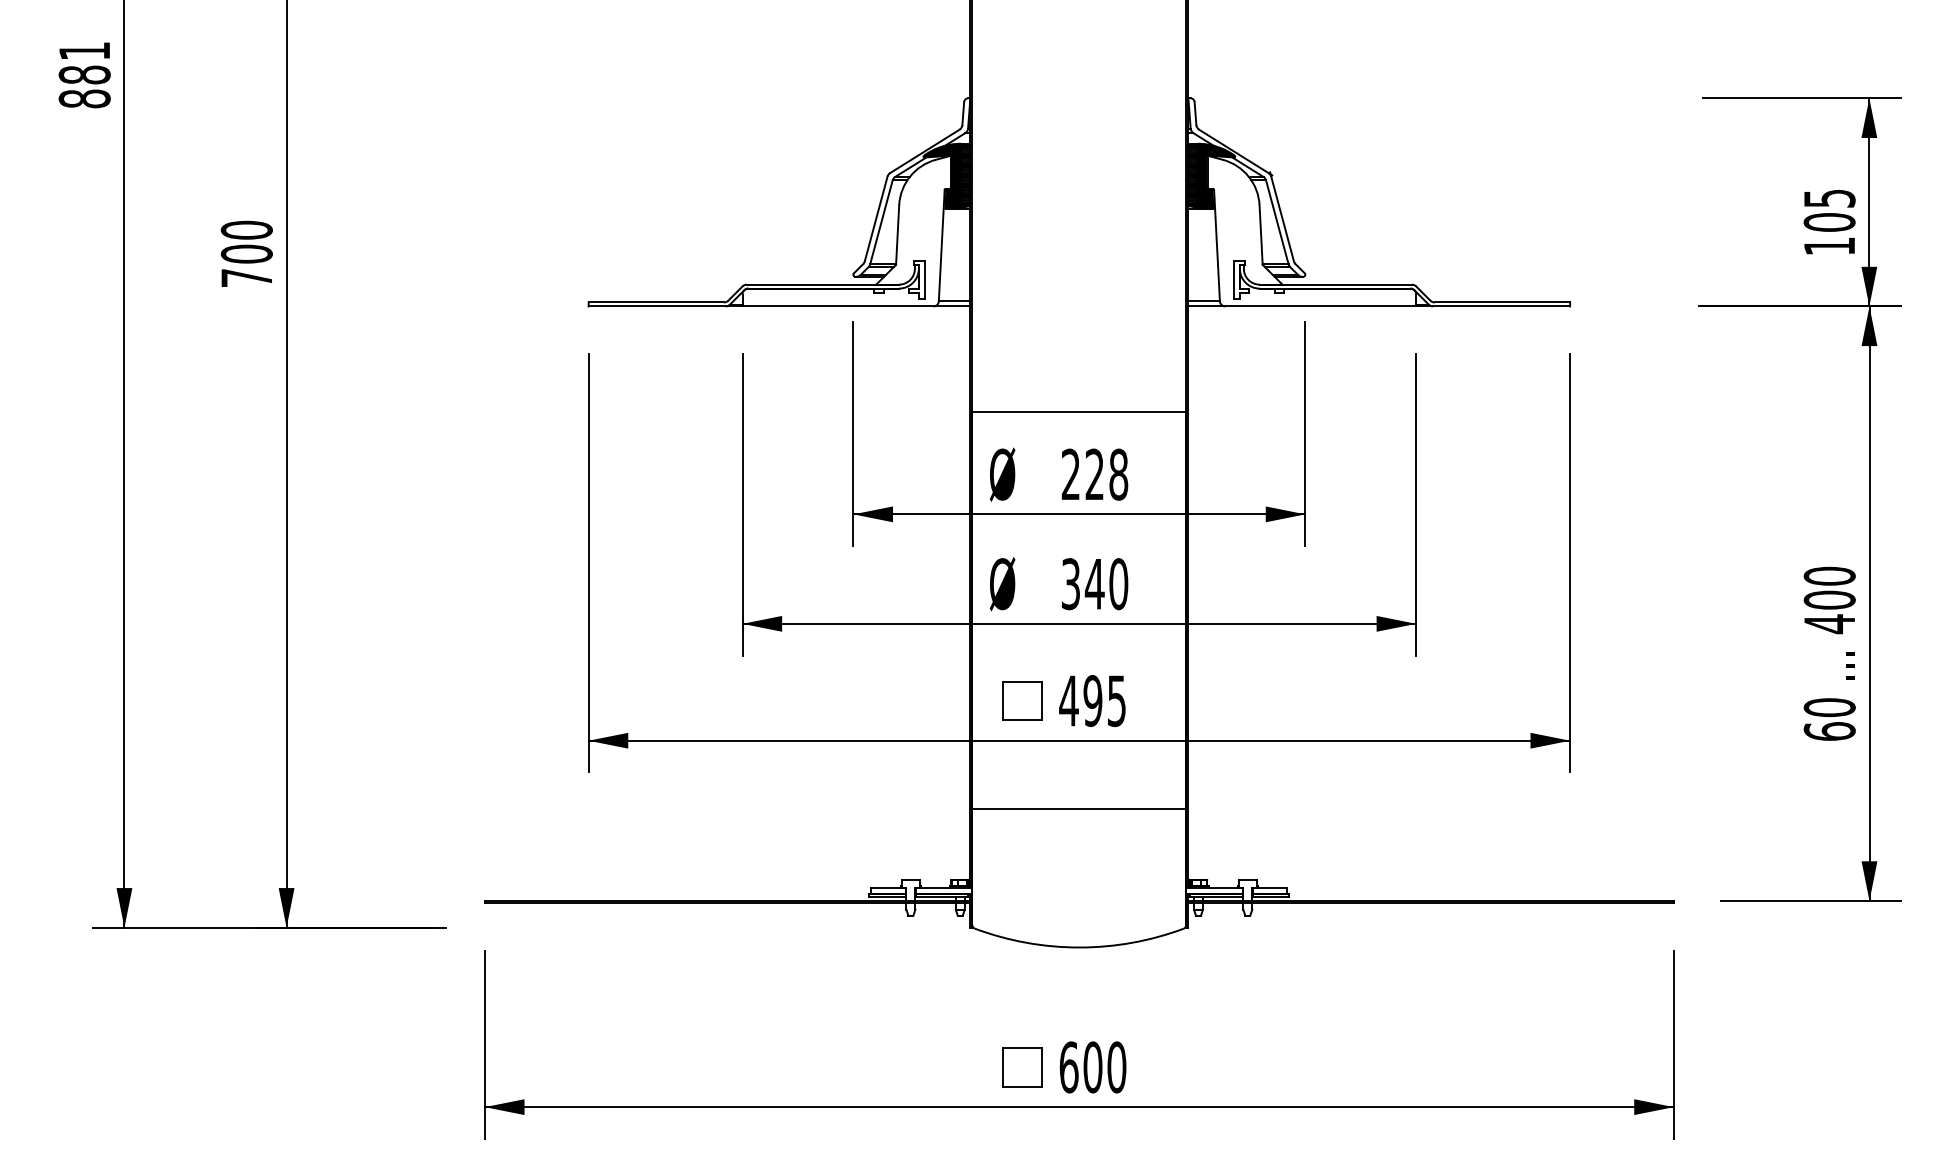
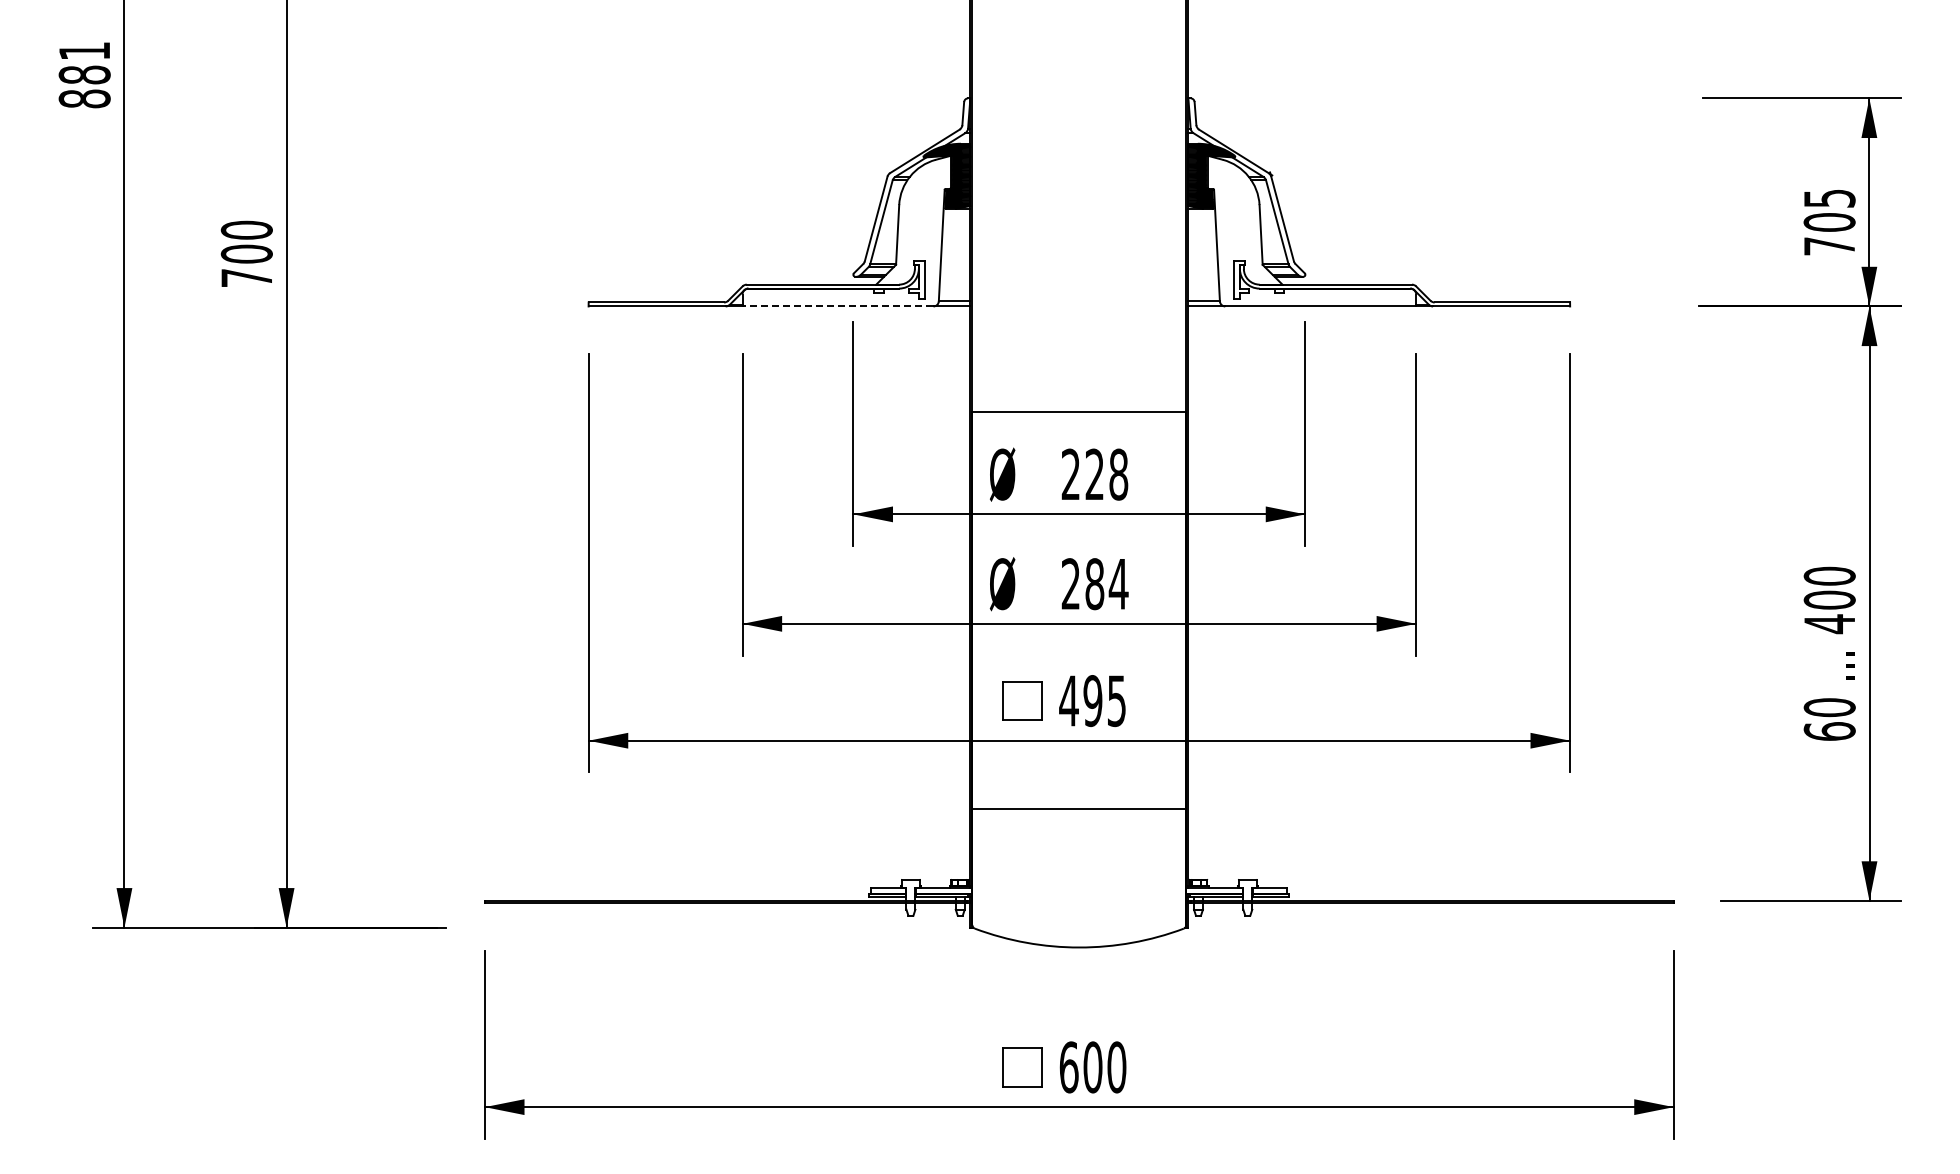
text at (1829, 246): 105 -> 705
line at (837, 306): solid -> dashed
text at (1094, 584): 340 -> 284
